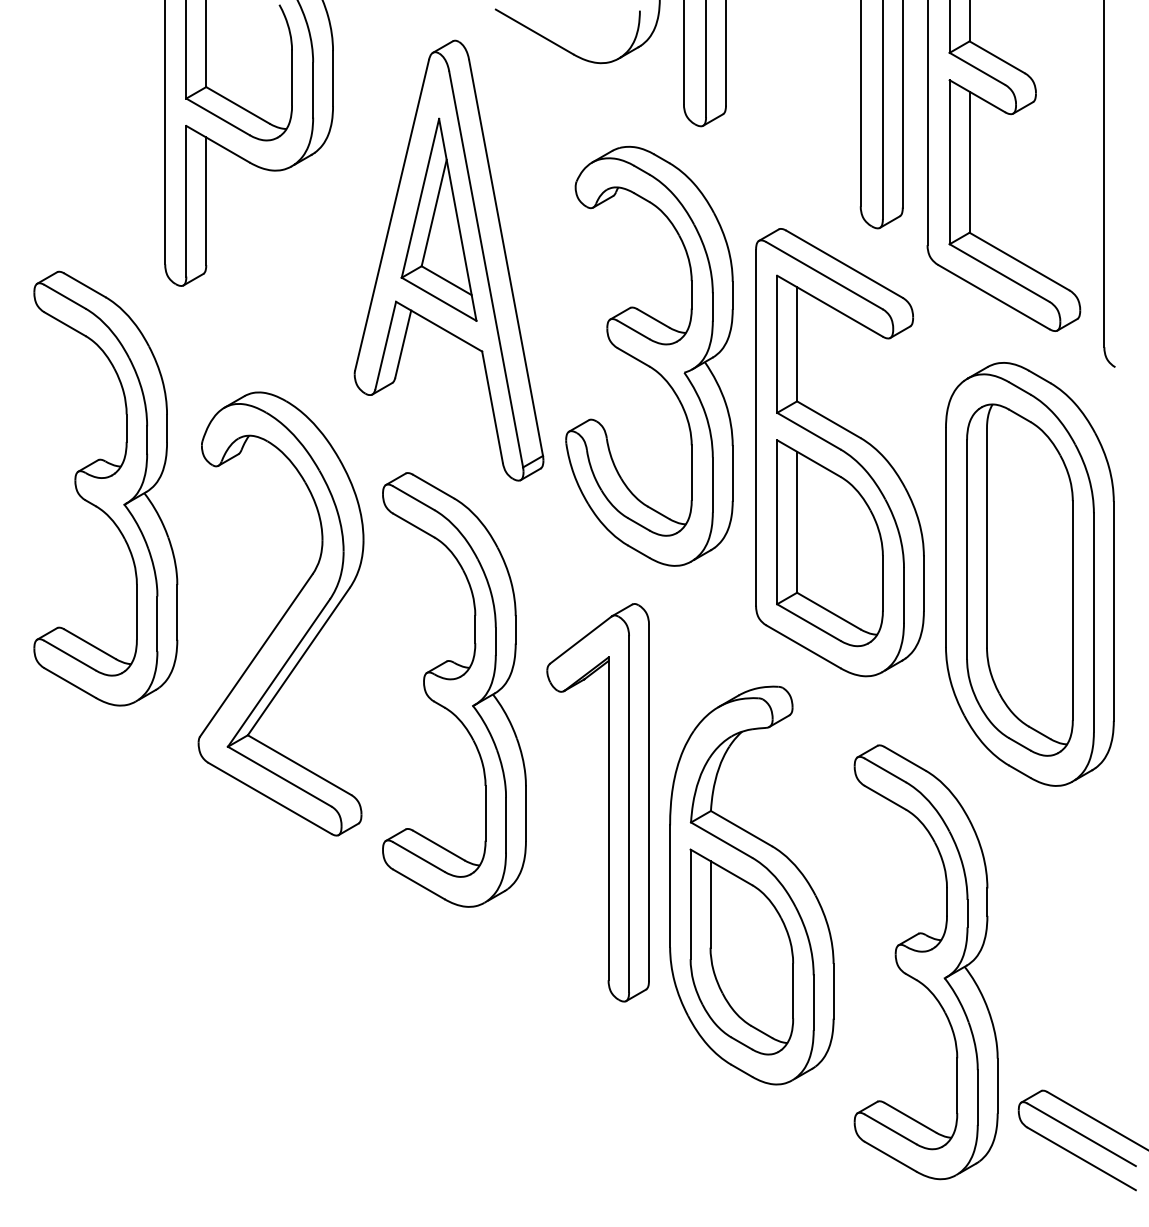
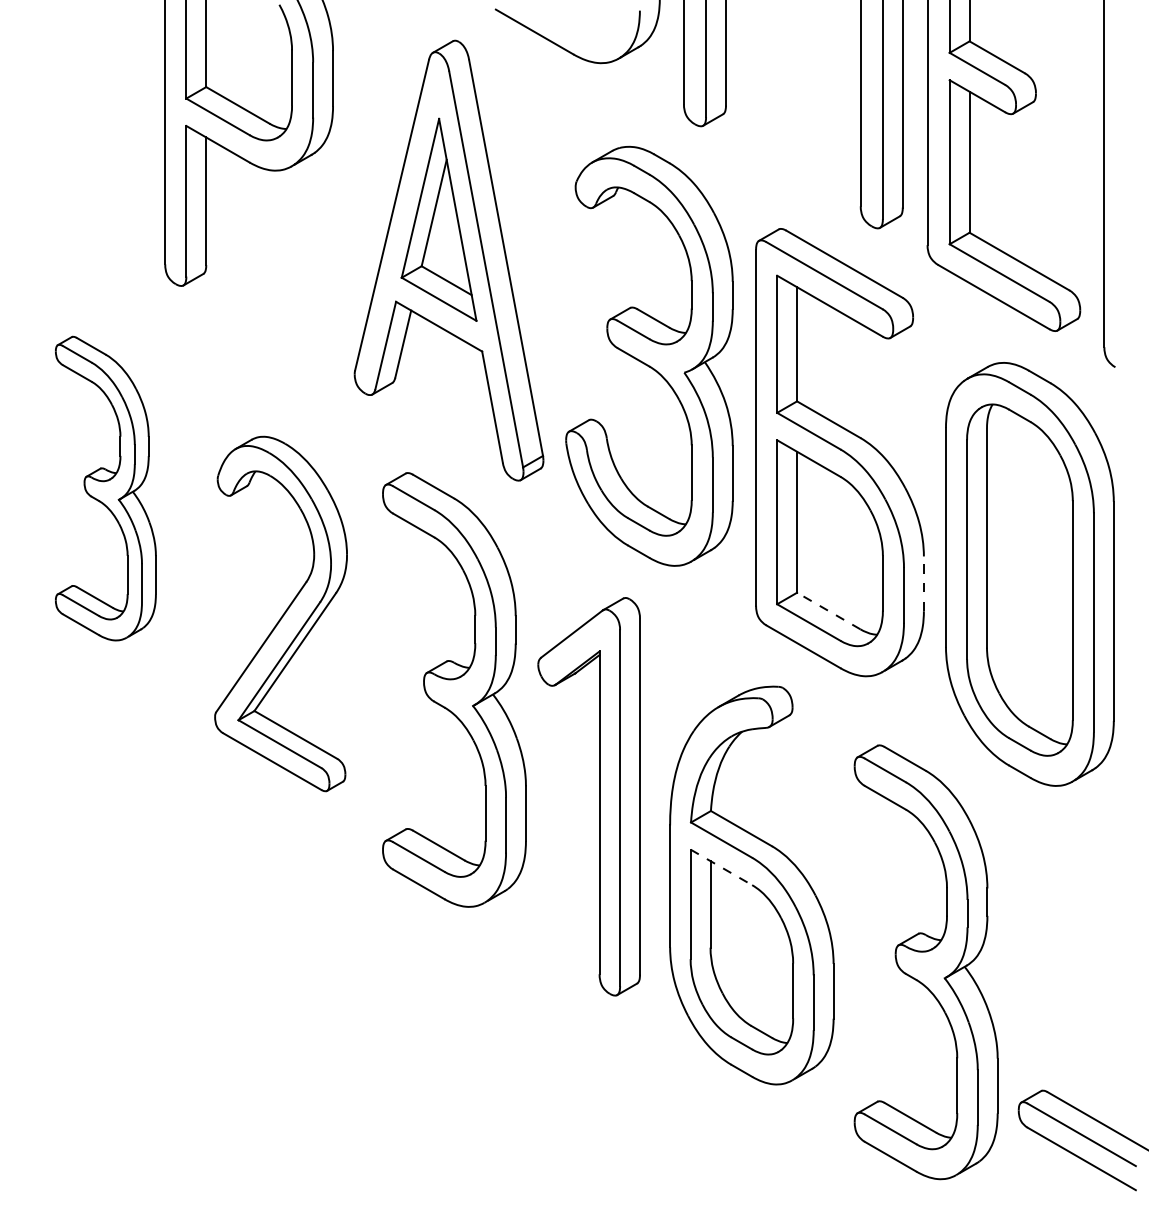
part at (105, 488) size: 146x437 px -> 102x307 px
line at (923, 583): solid -> dashed
line at (828, 611): solid -> dashed
part at (280, 613) size: 168x446 px -> 134x358 px
part at (608, 802) position: (608, 802) -> (599, 796)
line at (721, 867): solid -> dashed
